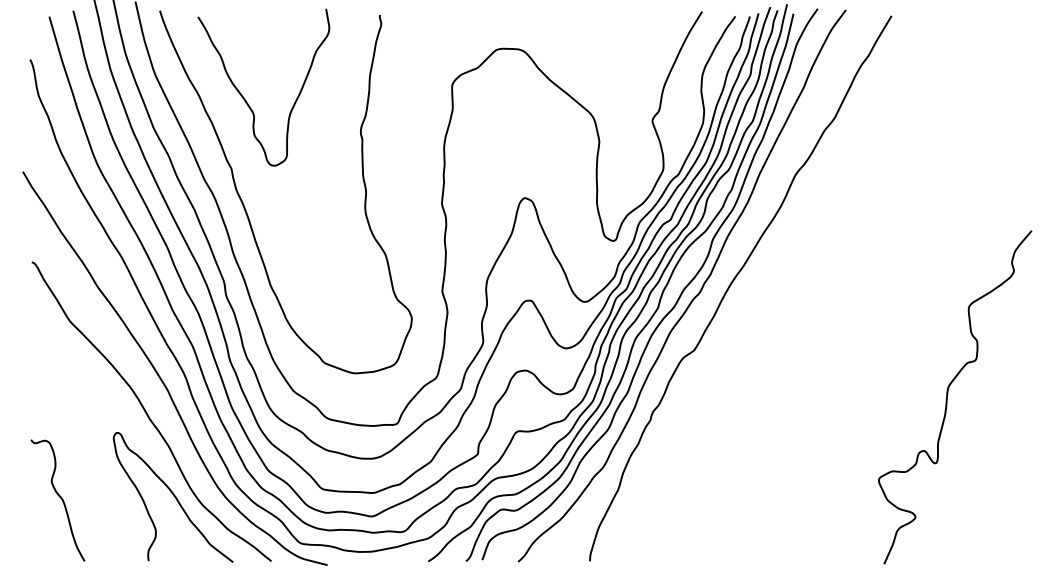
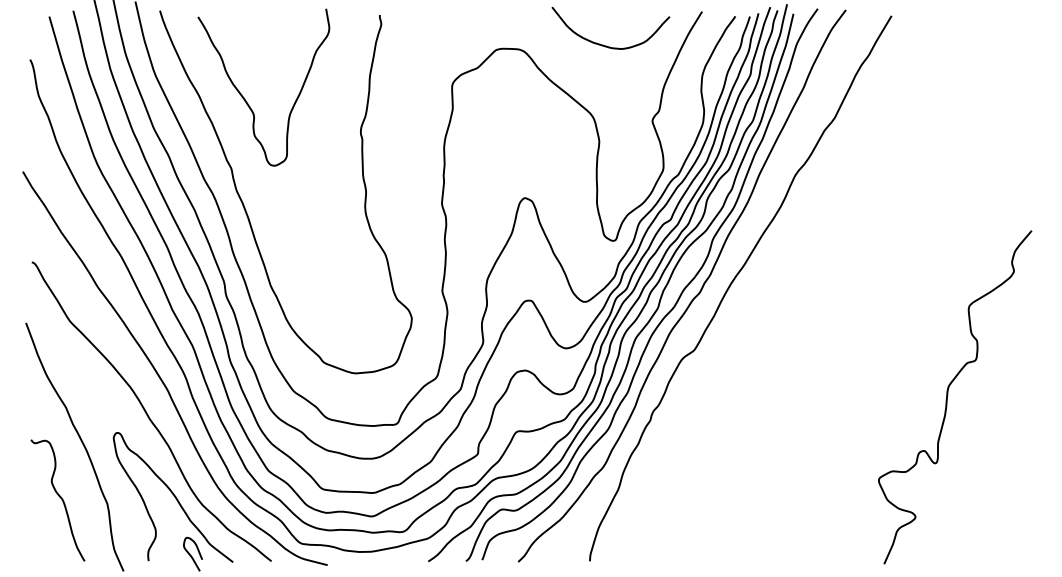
curve at (603, 44): none -> present
curve at (81, 442): none -> present
curve at (191, 555): none -> present
